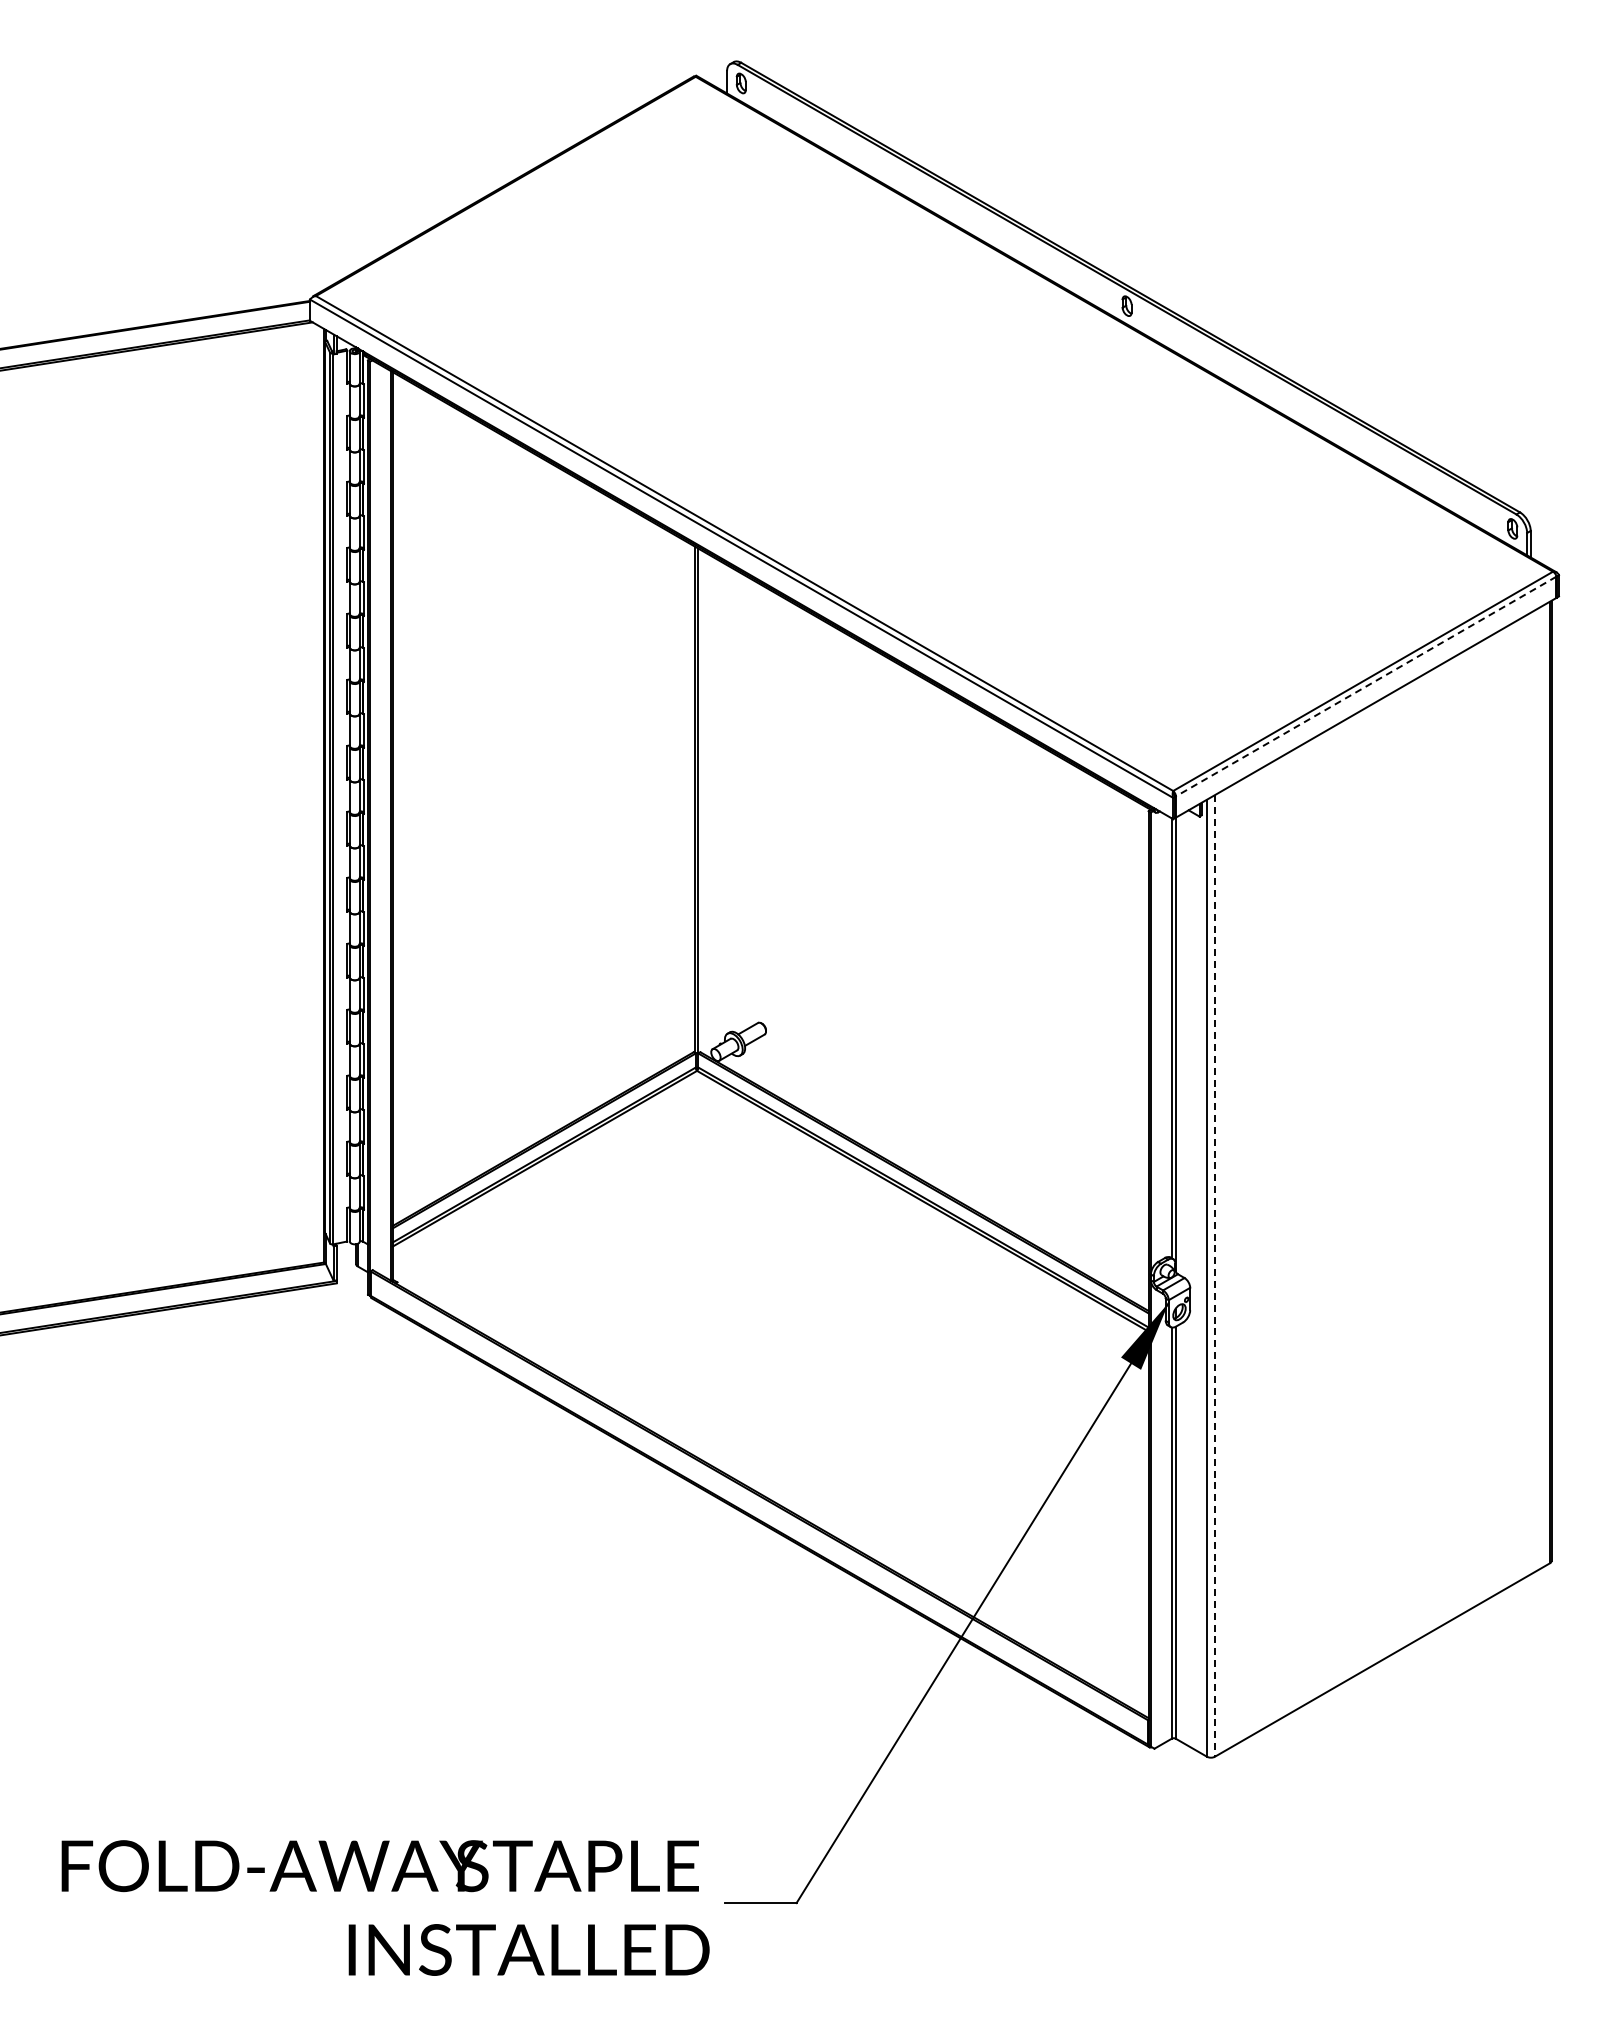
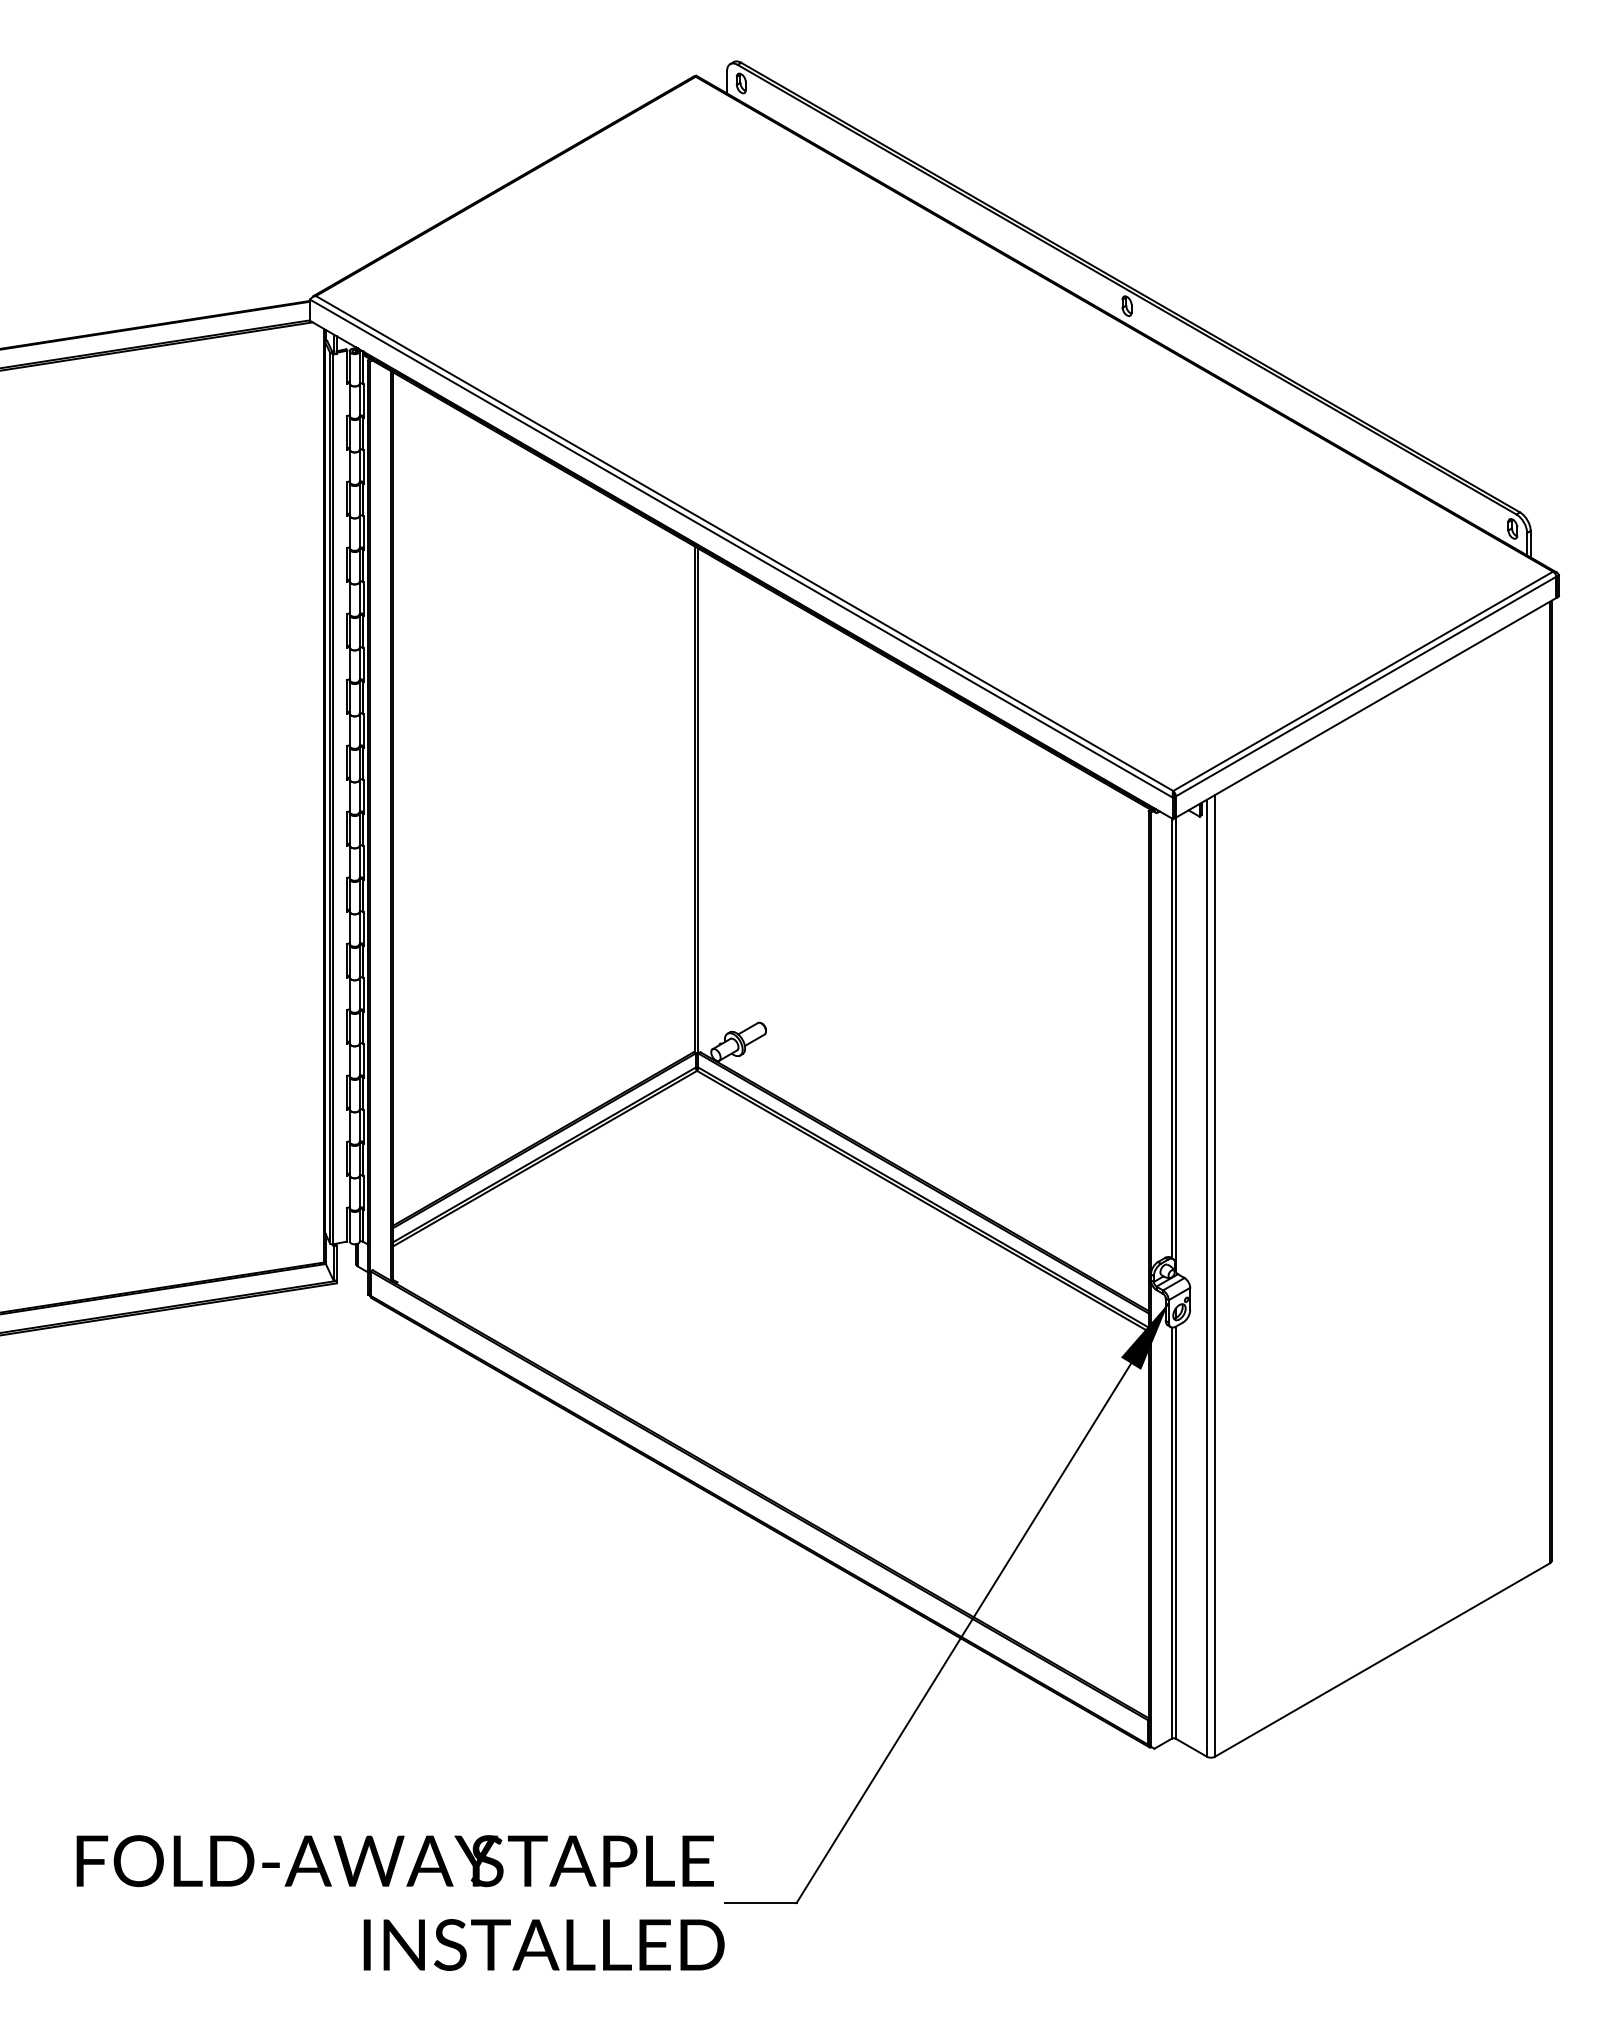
line at (1366, 686): dashed -> solid
line at (1214, 1275): dashed -> solid
text at (385, 1907) position: (385, 1907) -> (400, 1902)
